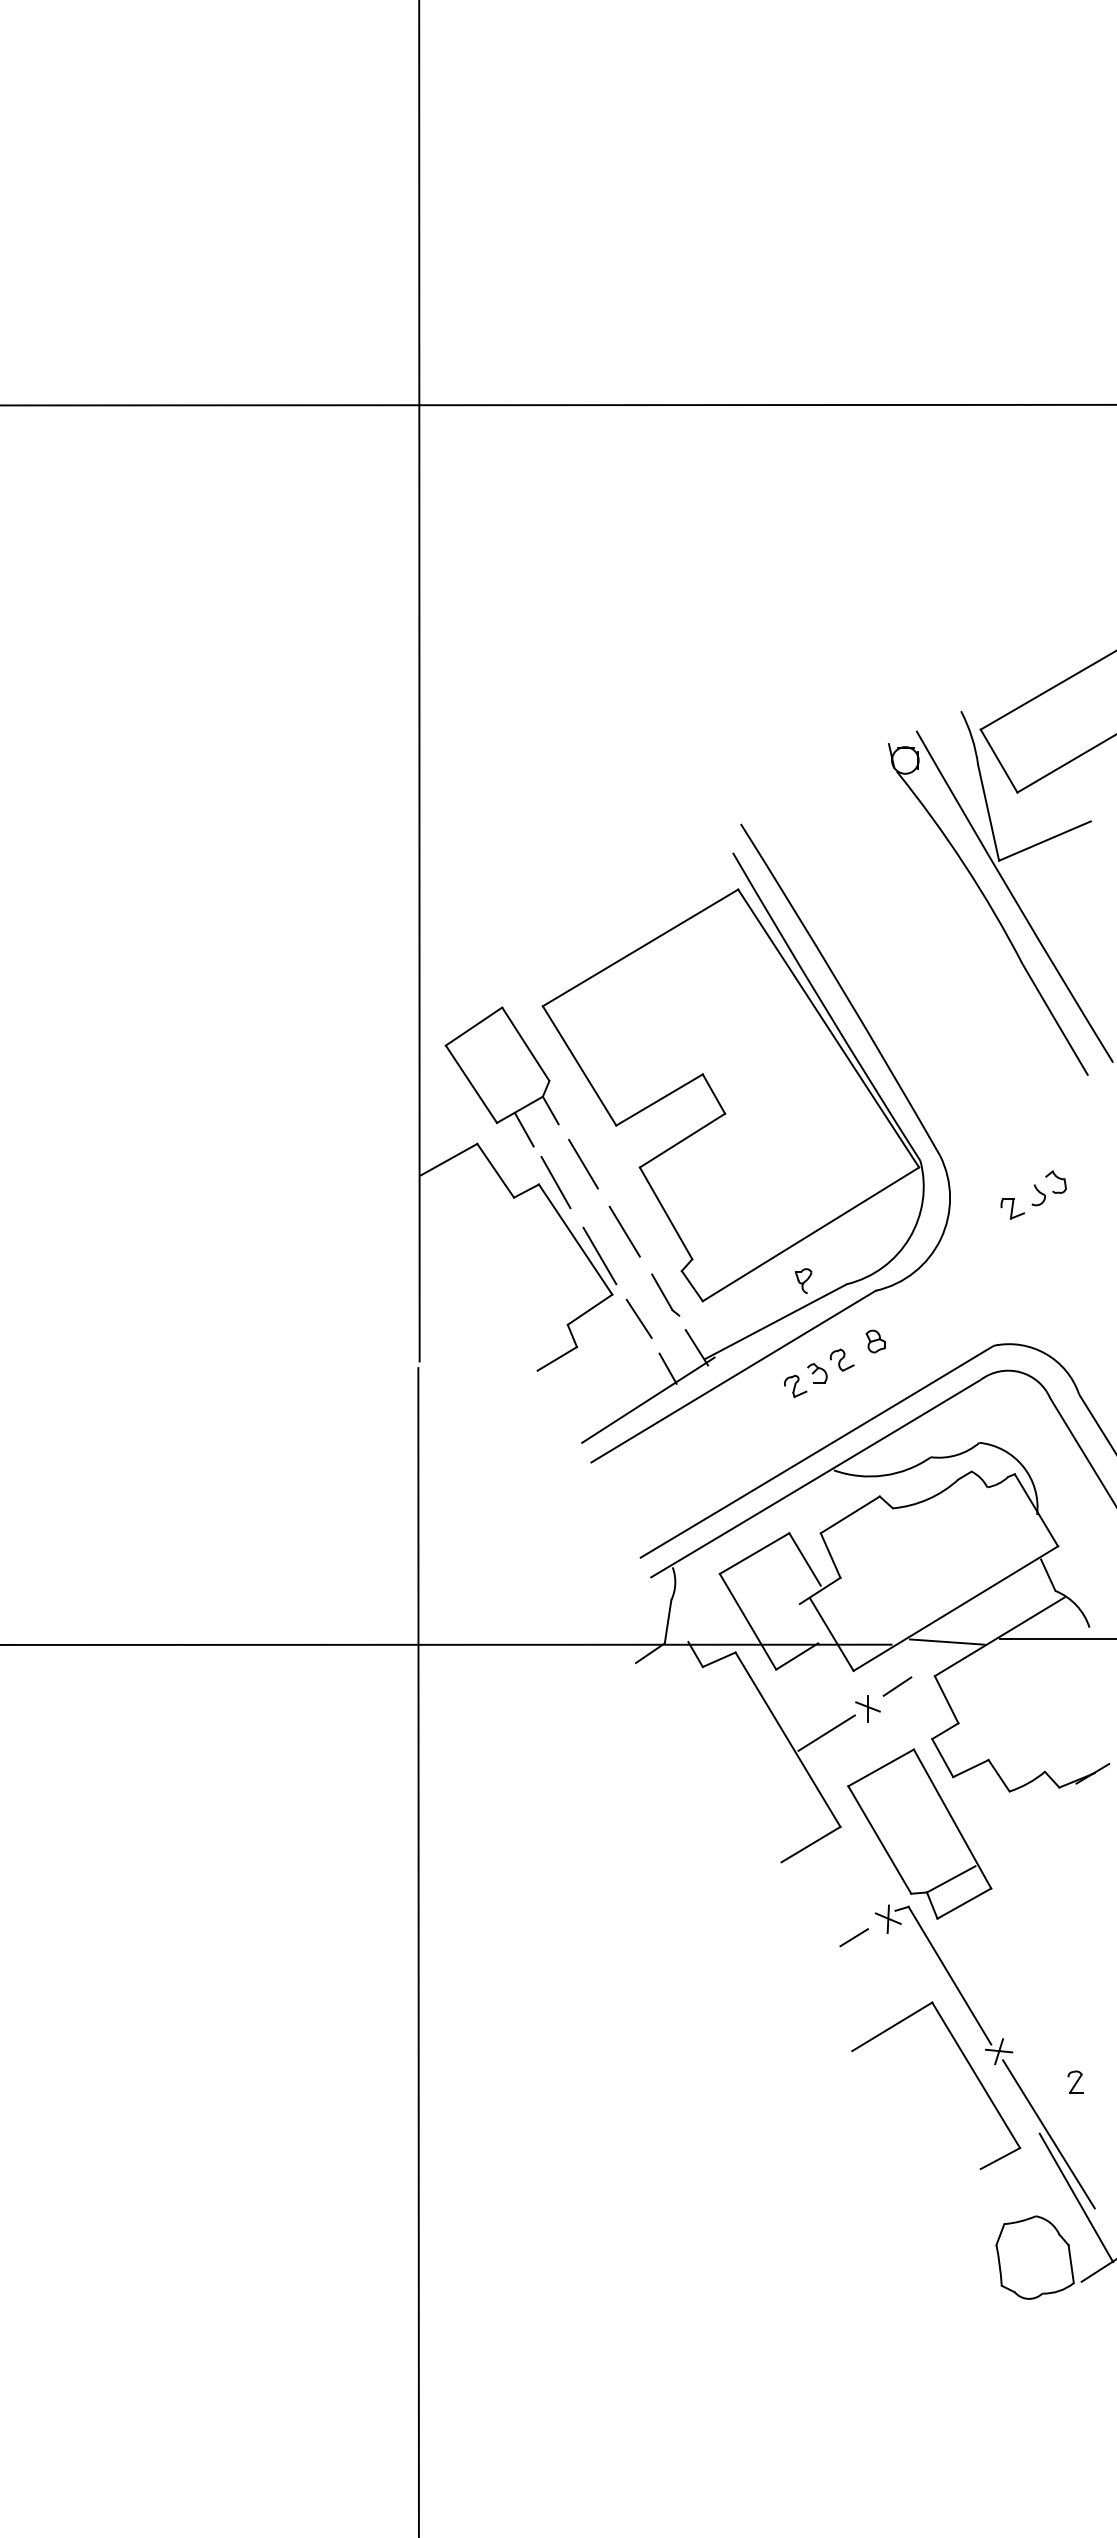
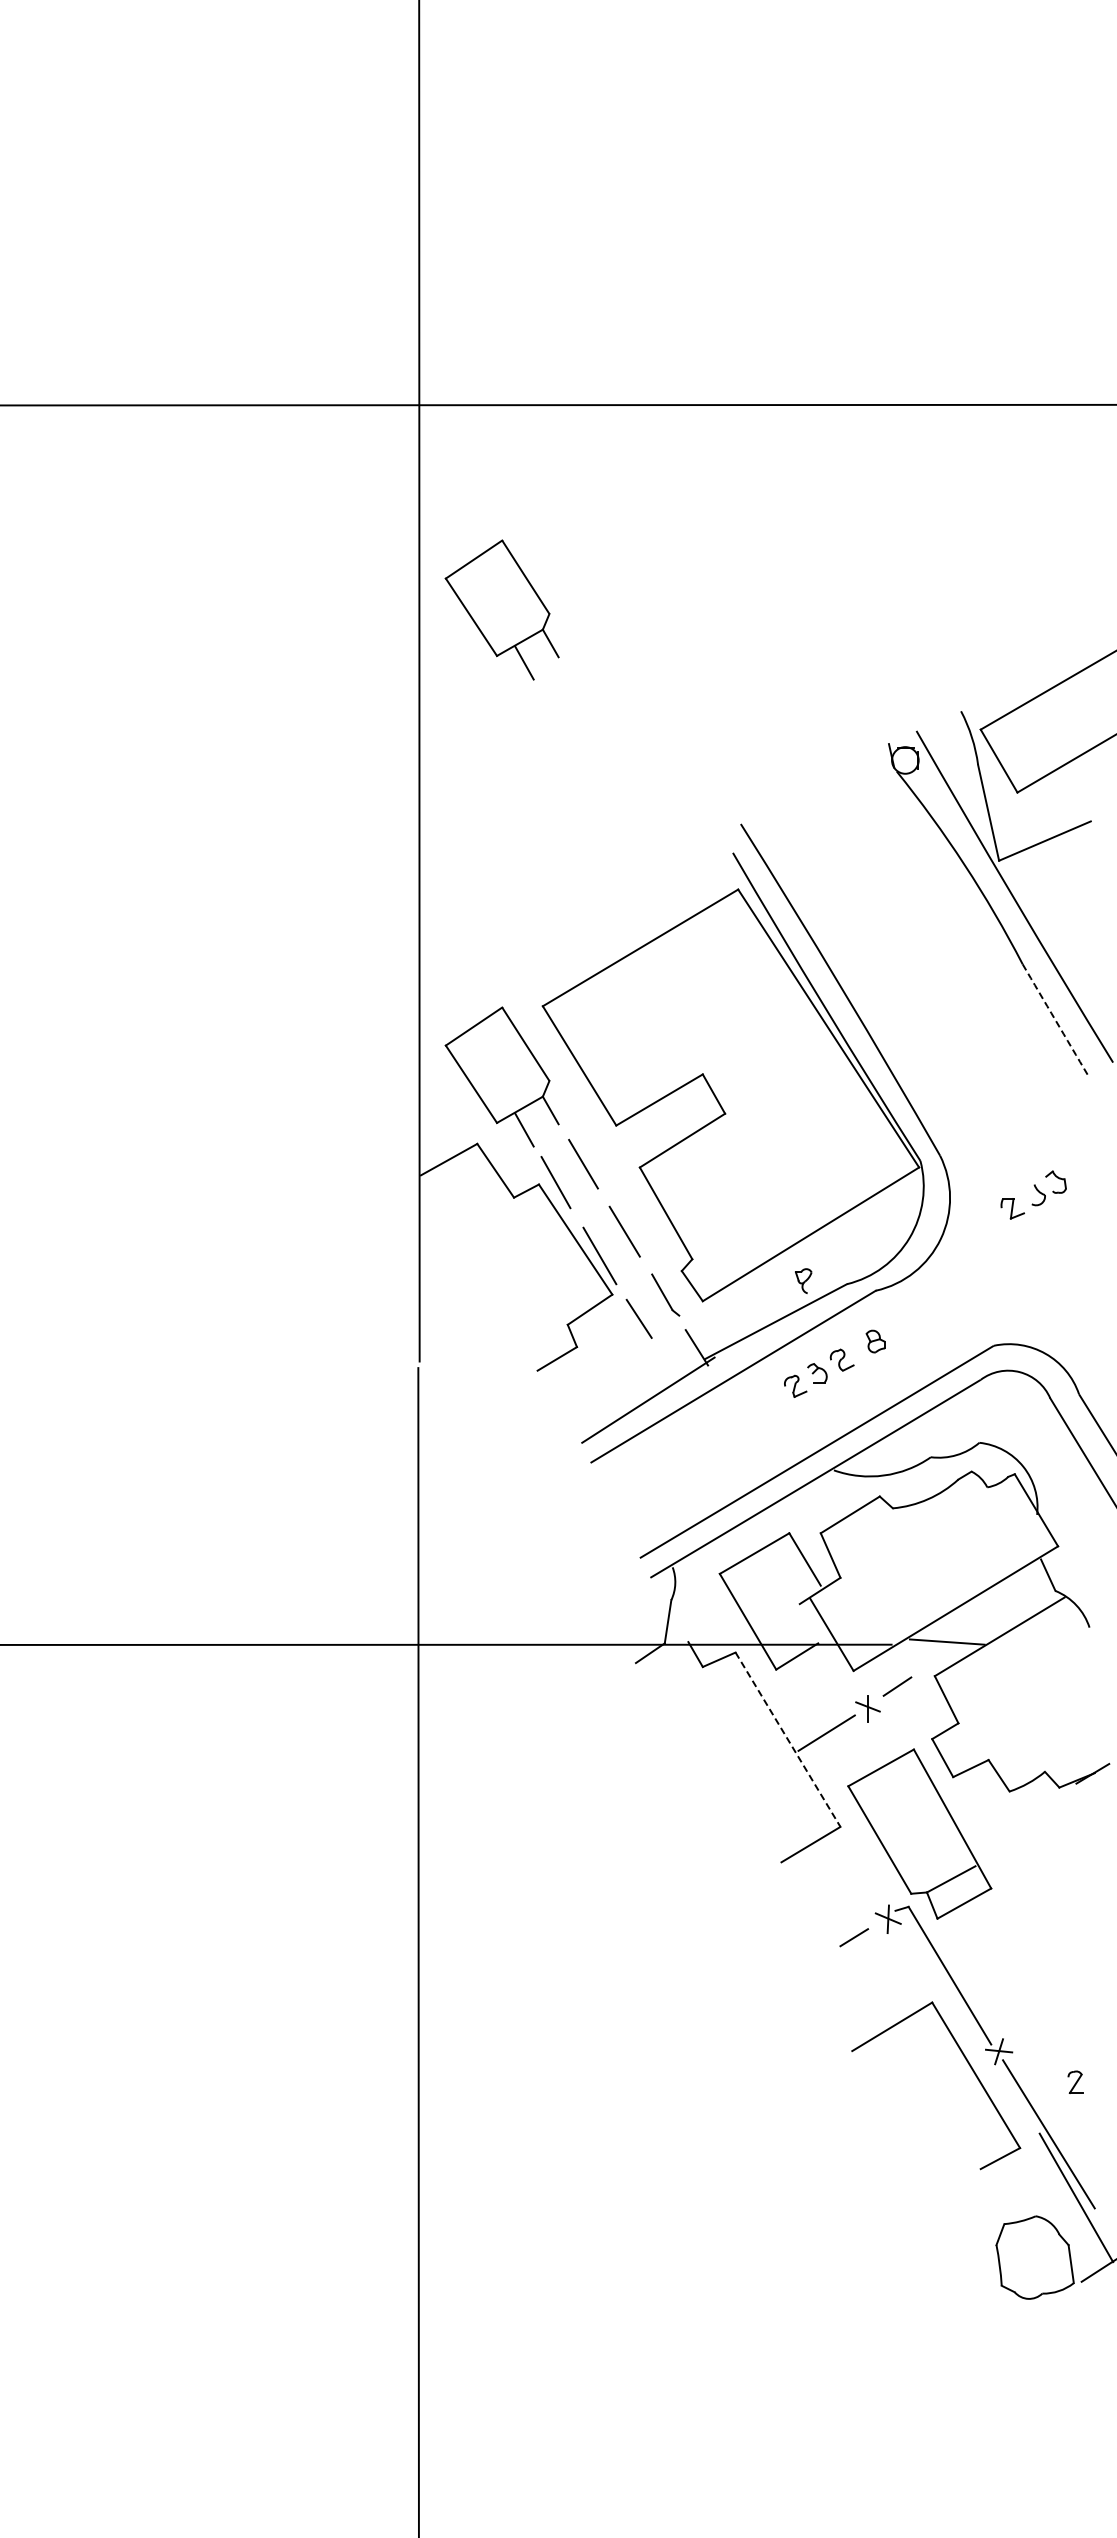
part at (501, 609): none -> present
arc at (1055, 1020): solid -> dashed
line at (667, 1368): present -> none
line at (1056, 1639): present -> none
line at (788, 1739): solid -> dashed
